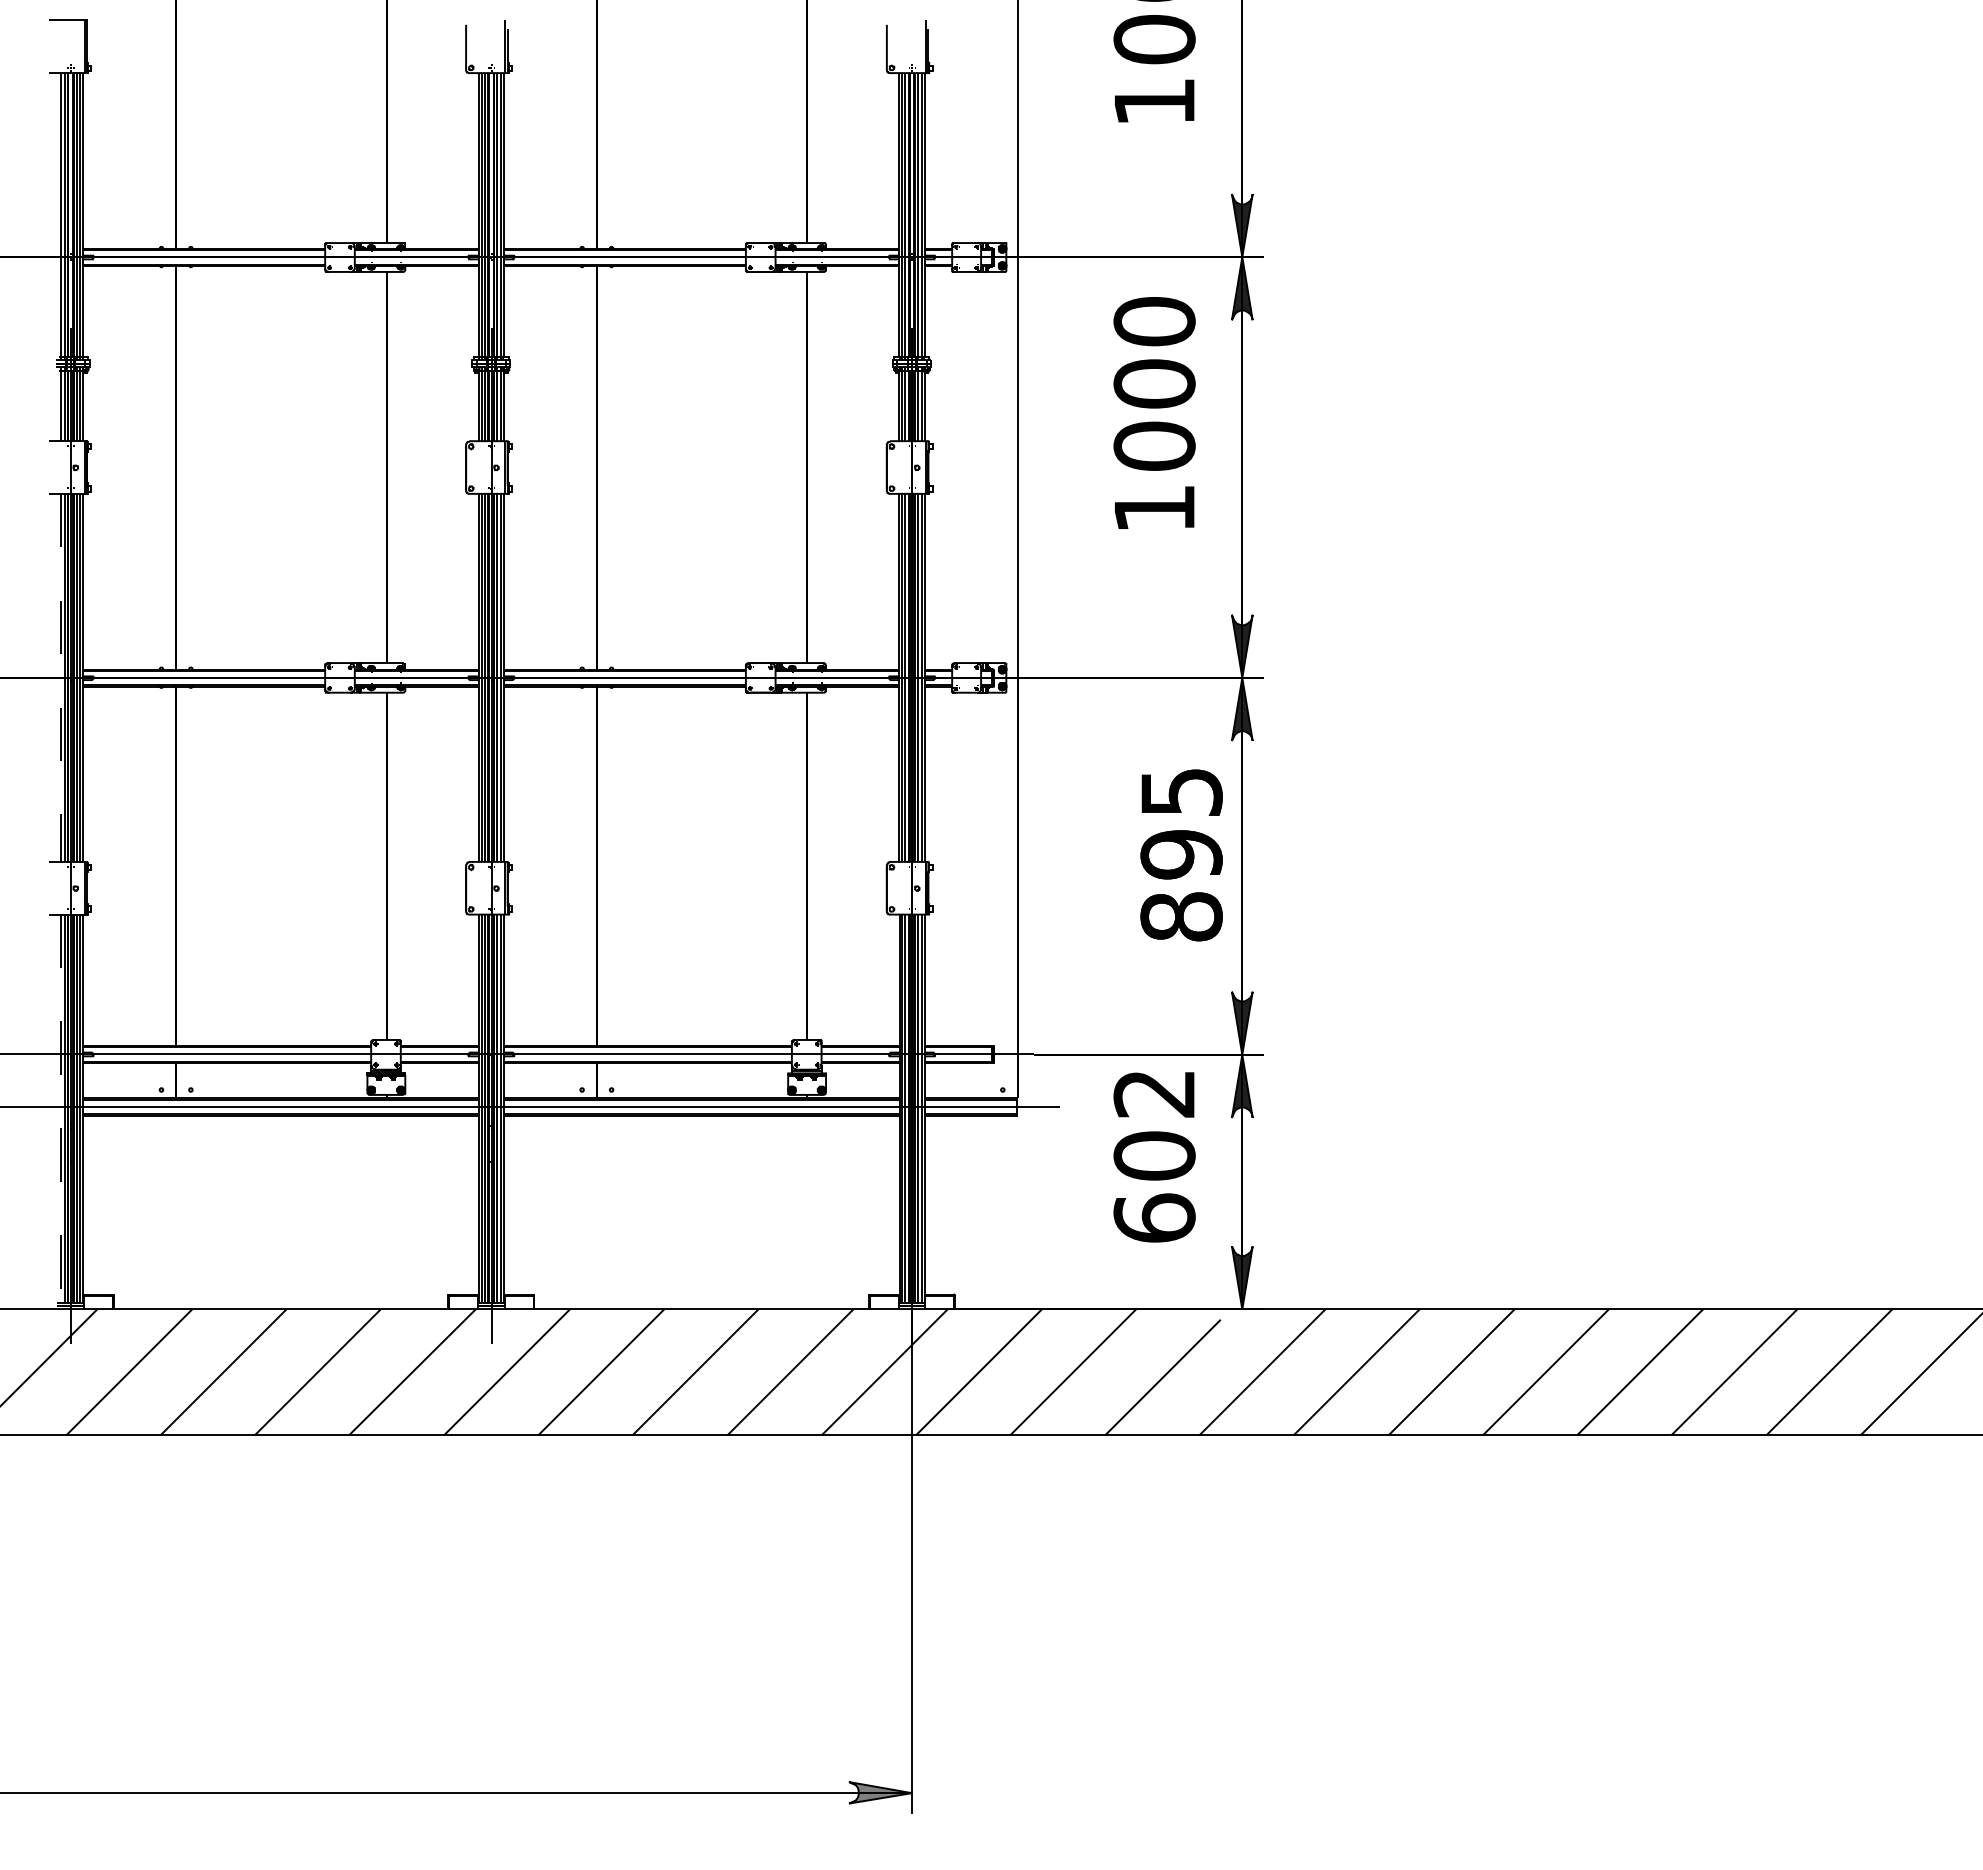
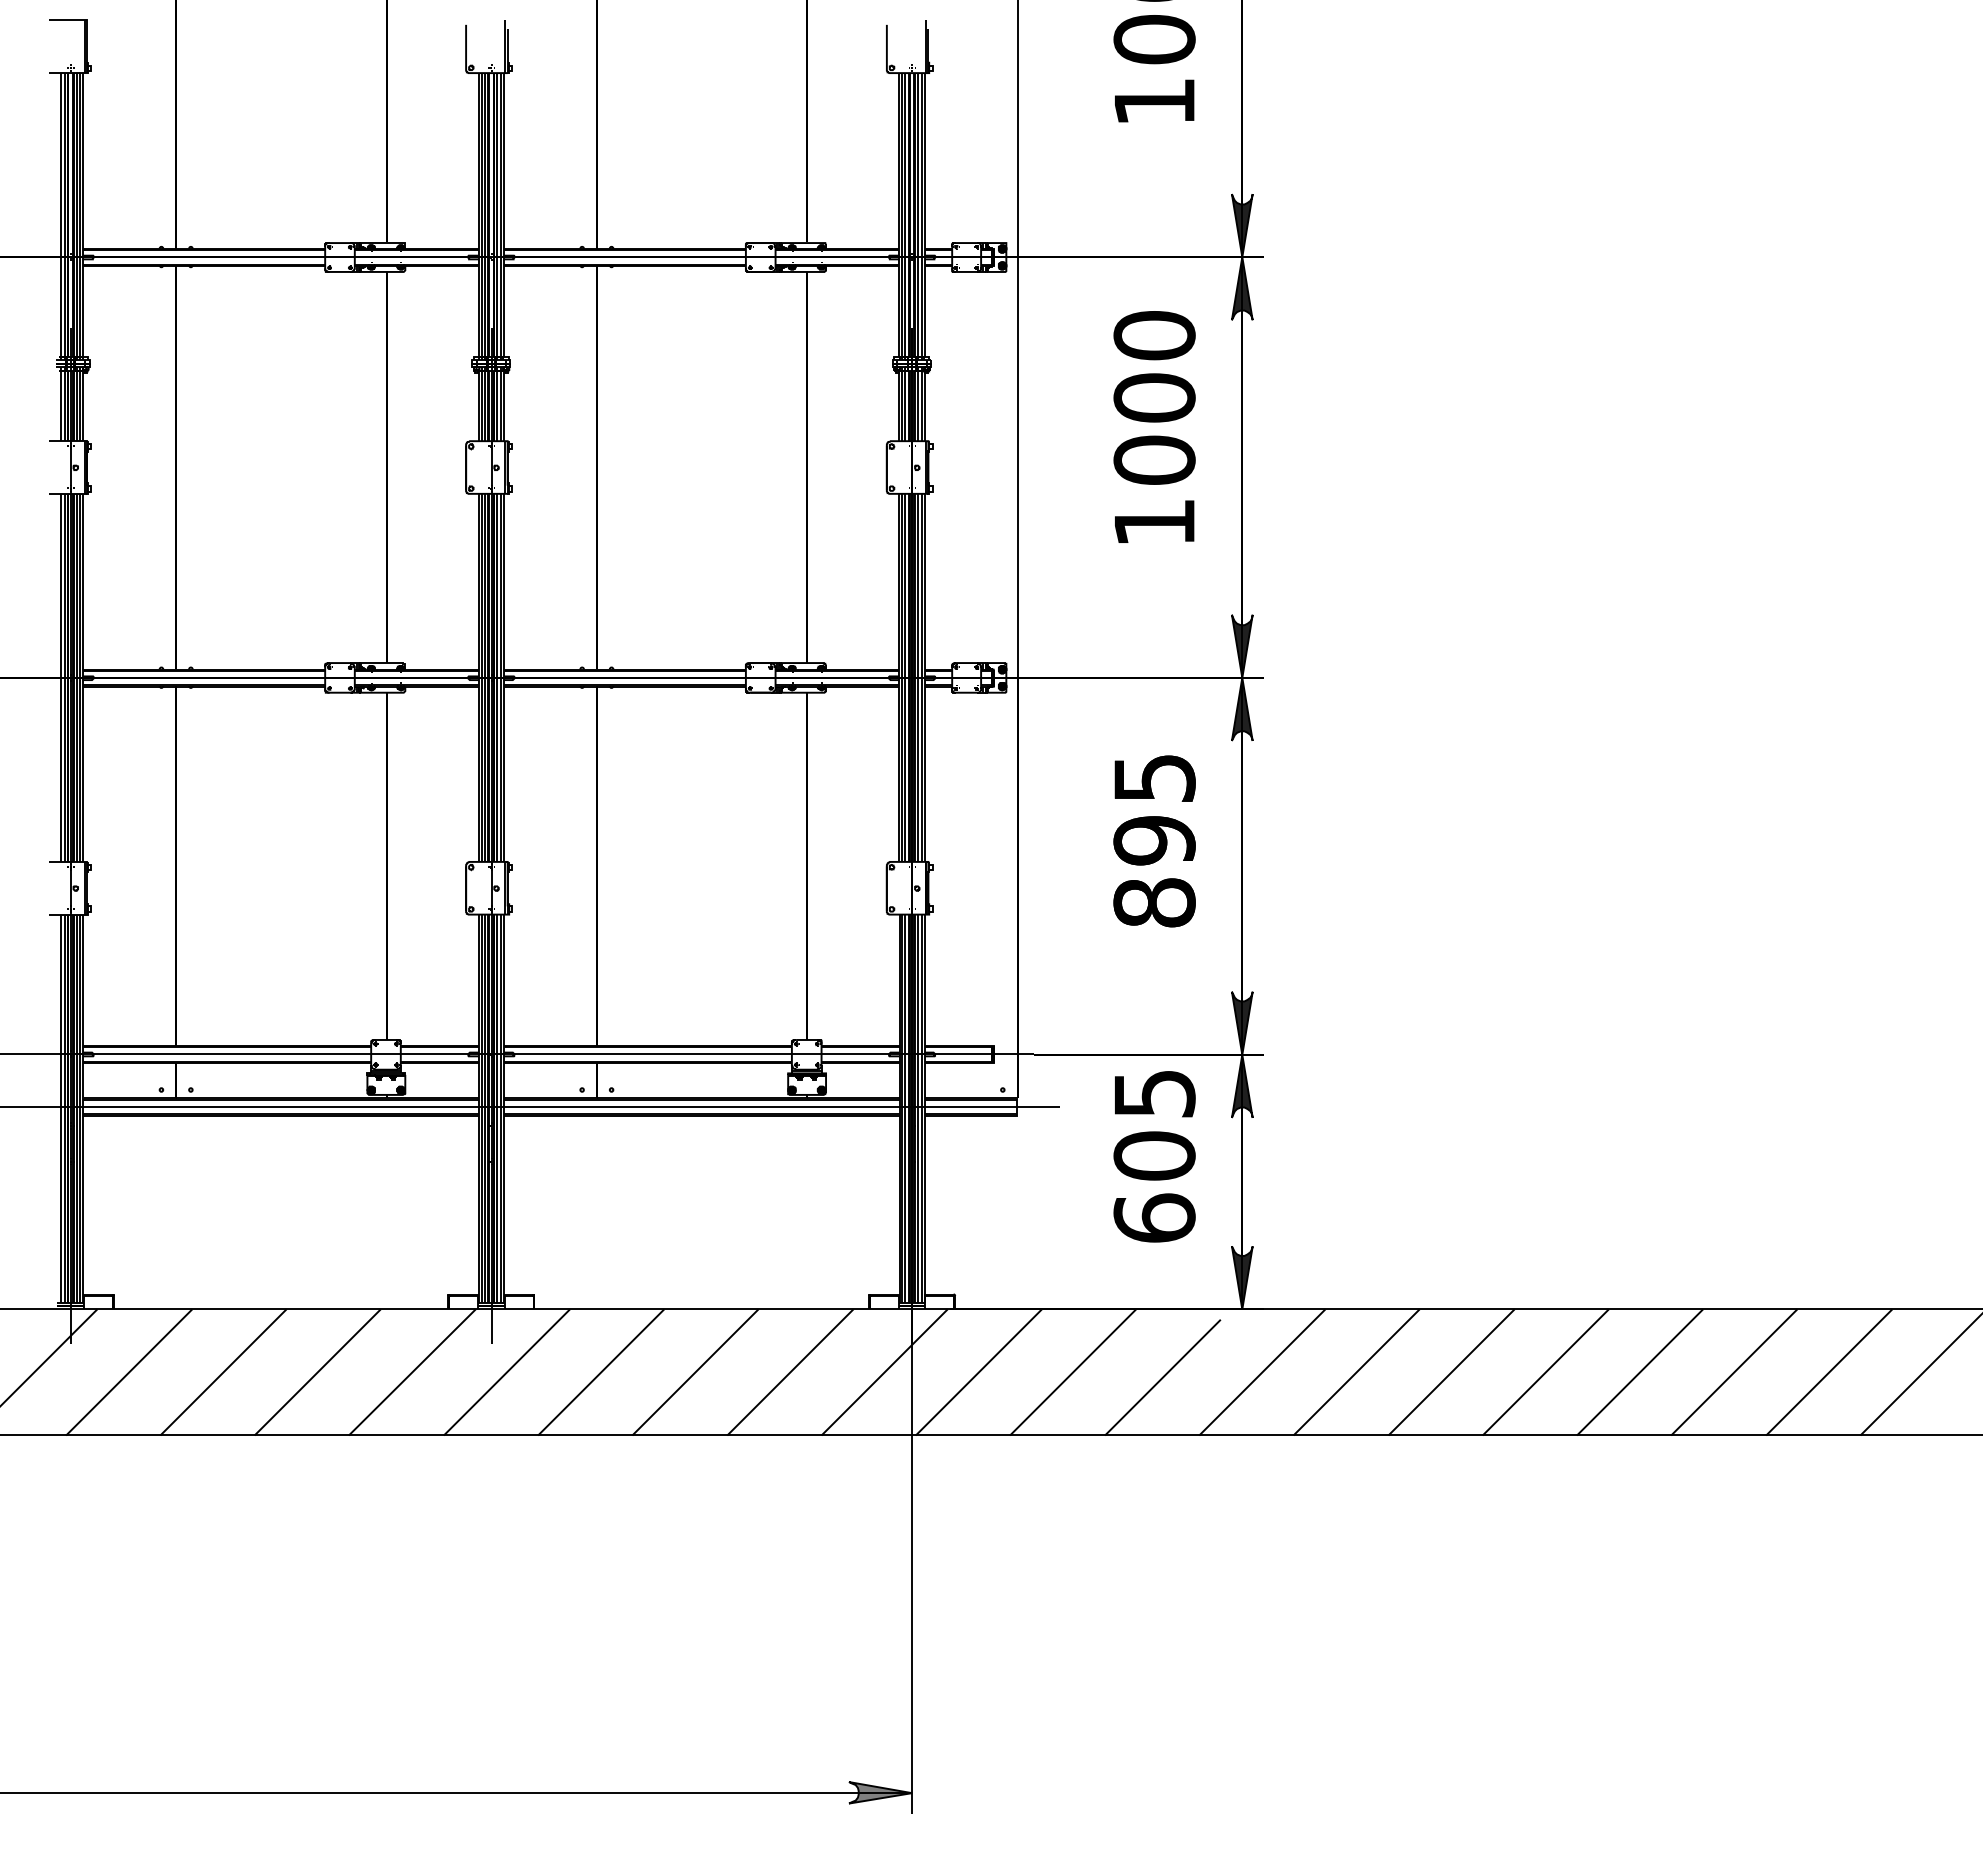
text at (1154, 412) position: (1154, 412) -> (1154, 426)
line at (60, 678): dashed -> solid
text at (1181, 855) position: (1181, 855) -> (1154, 841)
text at (1154, 1094): 602 -> 605
line at (60, 1109): dashed -> solid
